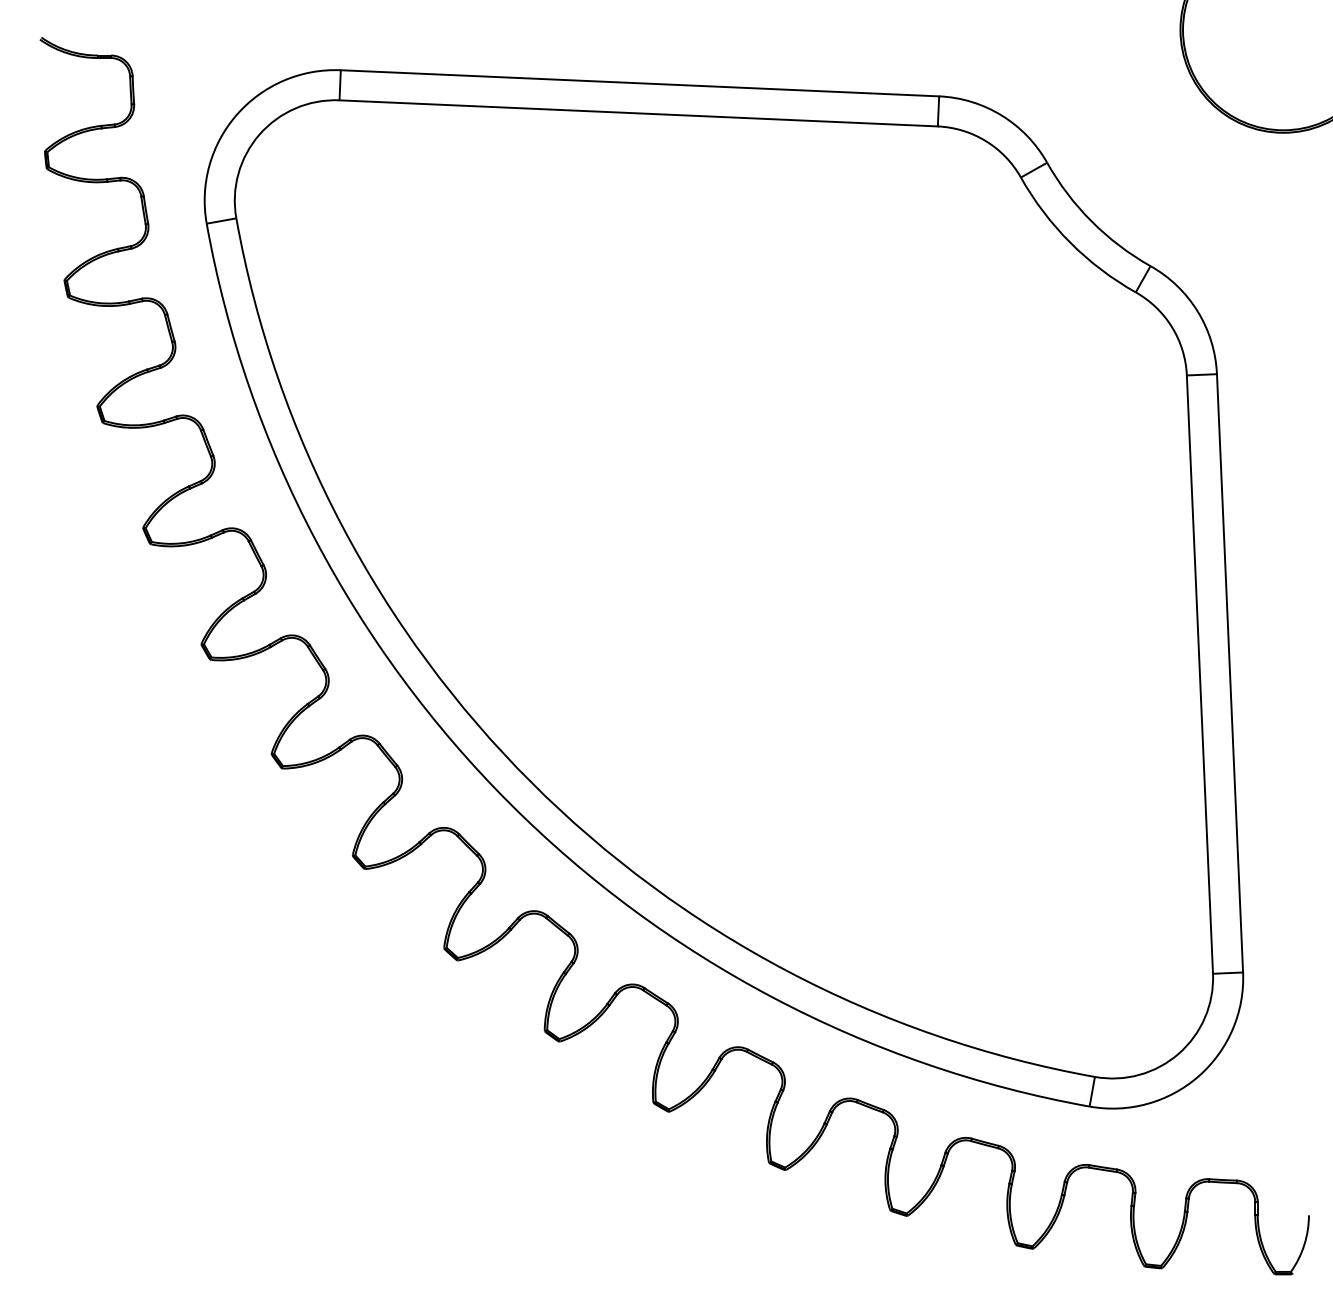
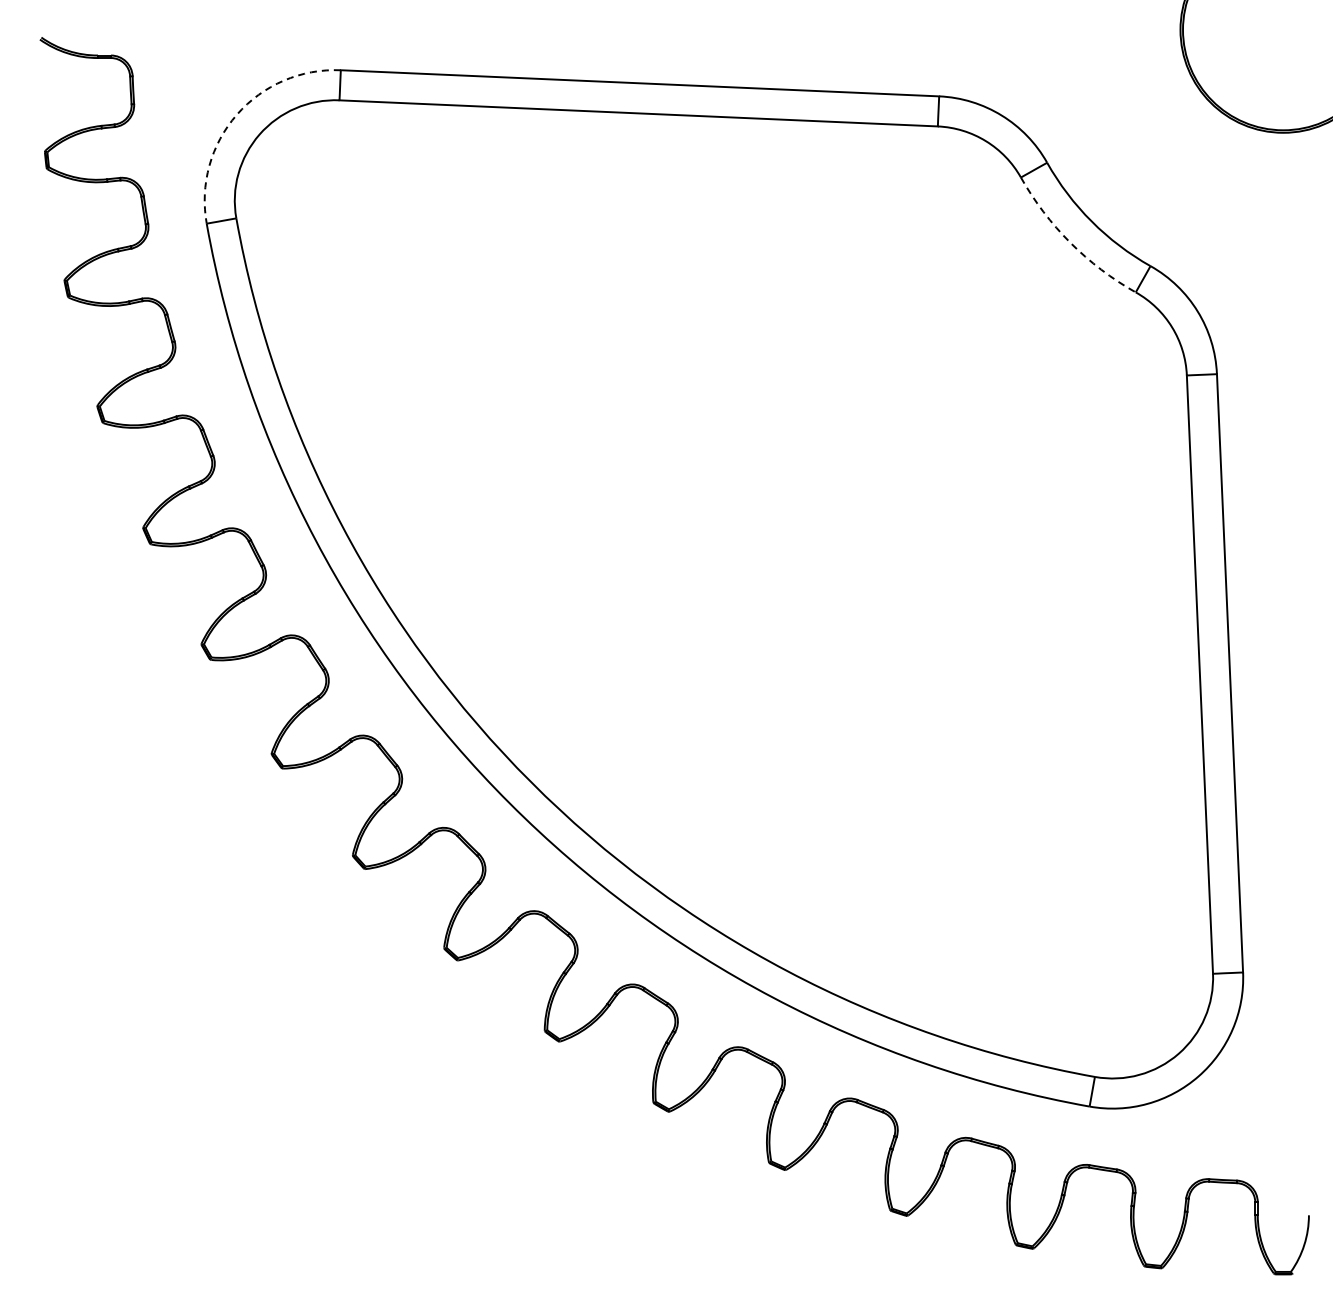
arc at (236, 114): solid -> dashed
arc at (1070, 242): solid -> dashed
